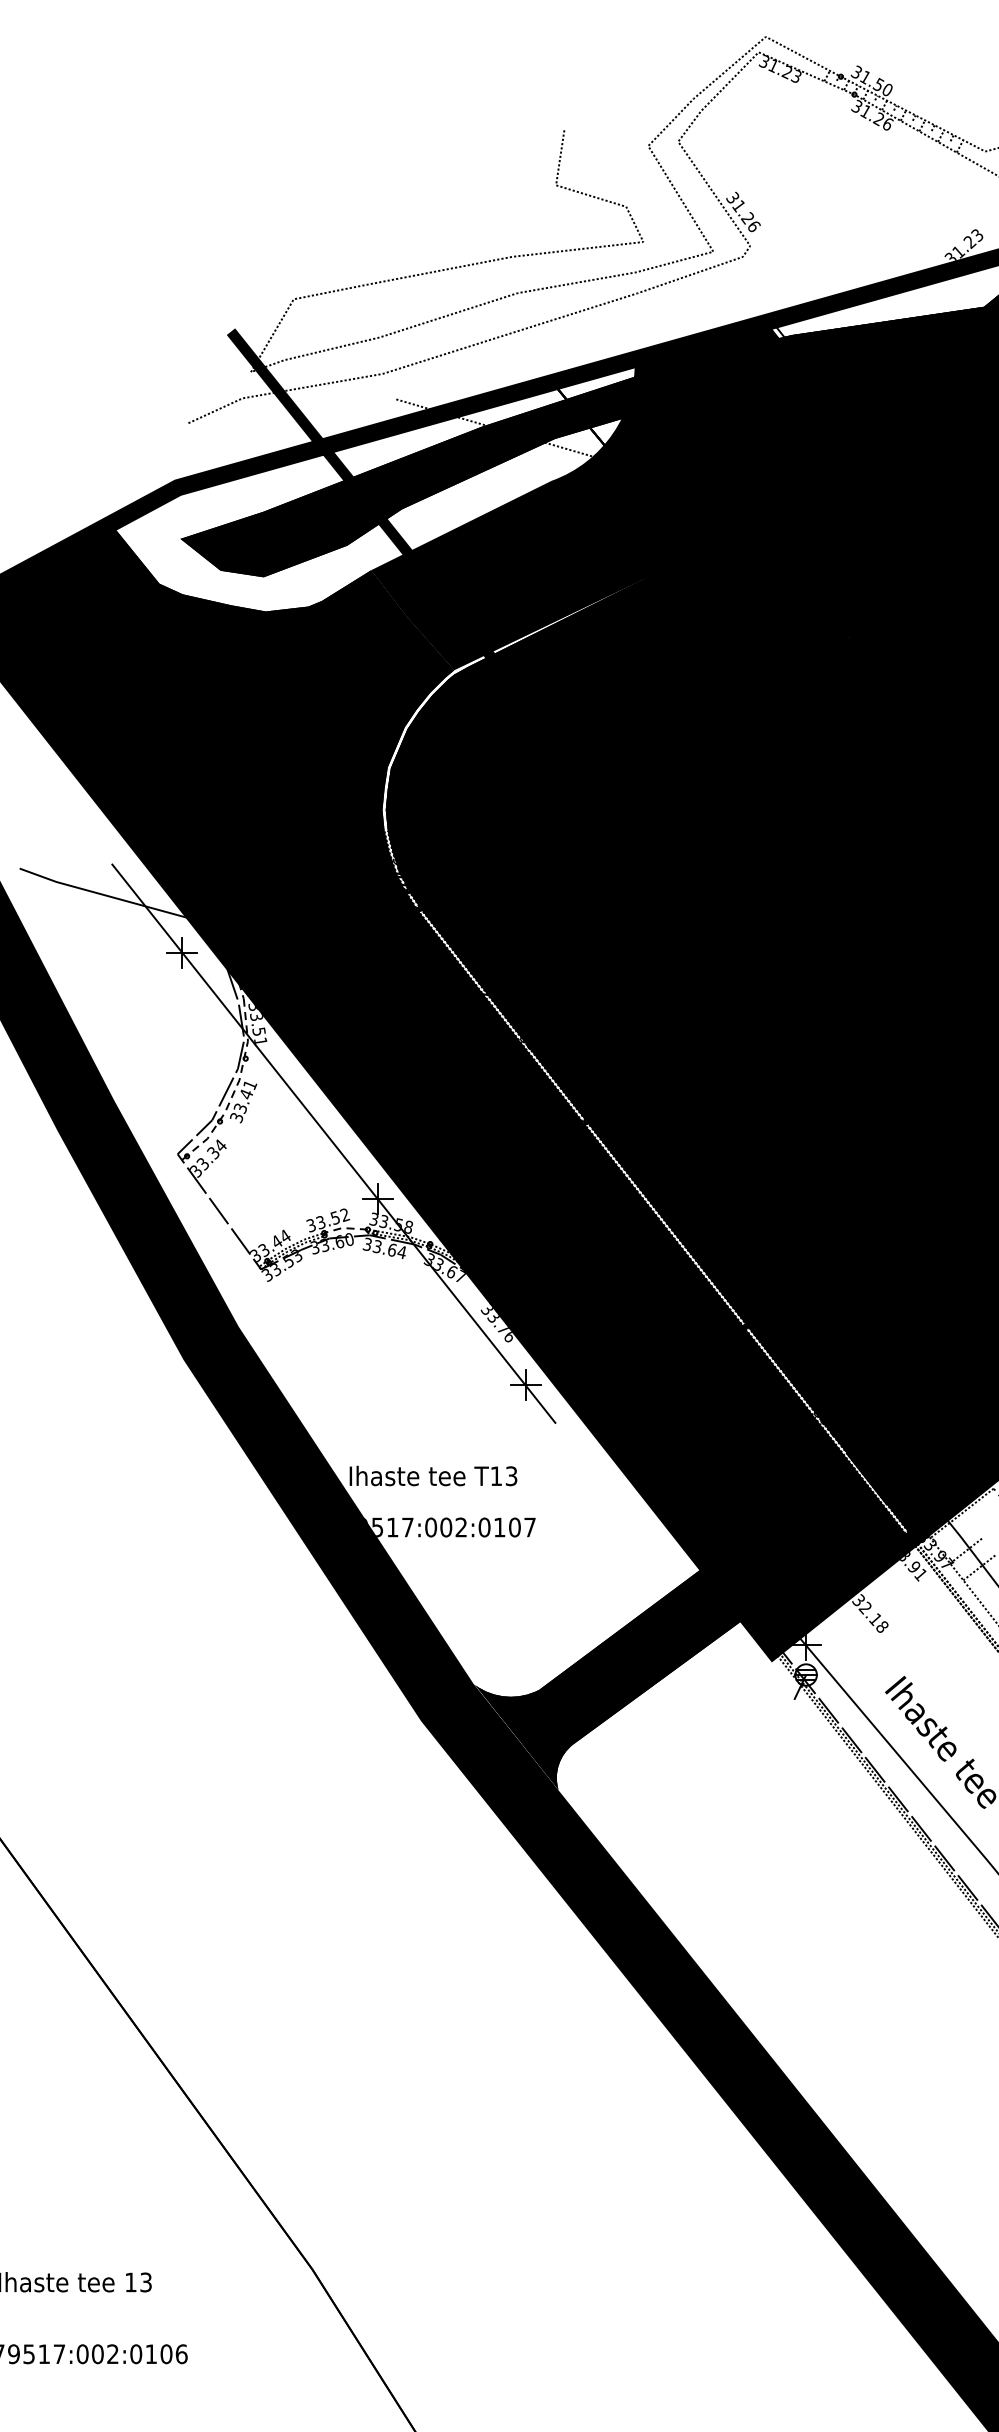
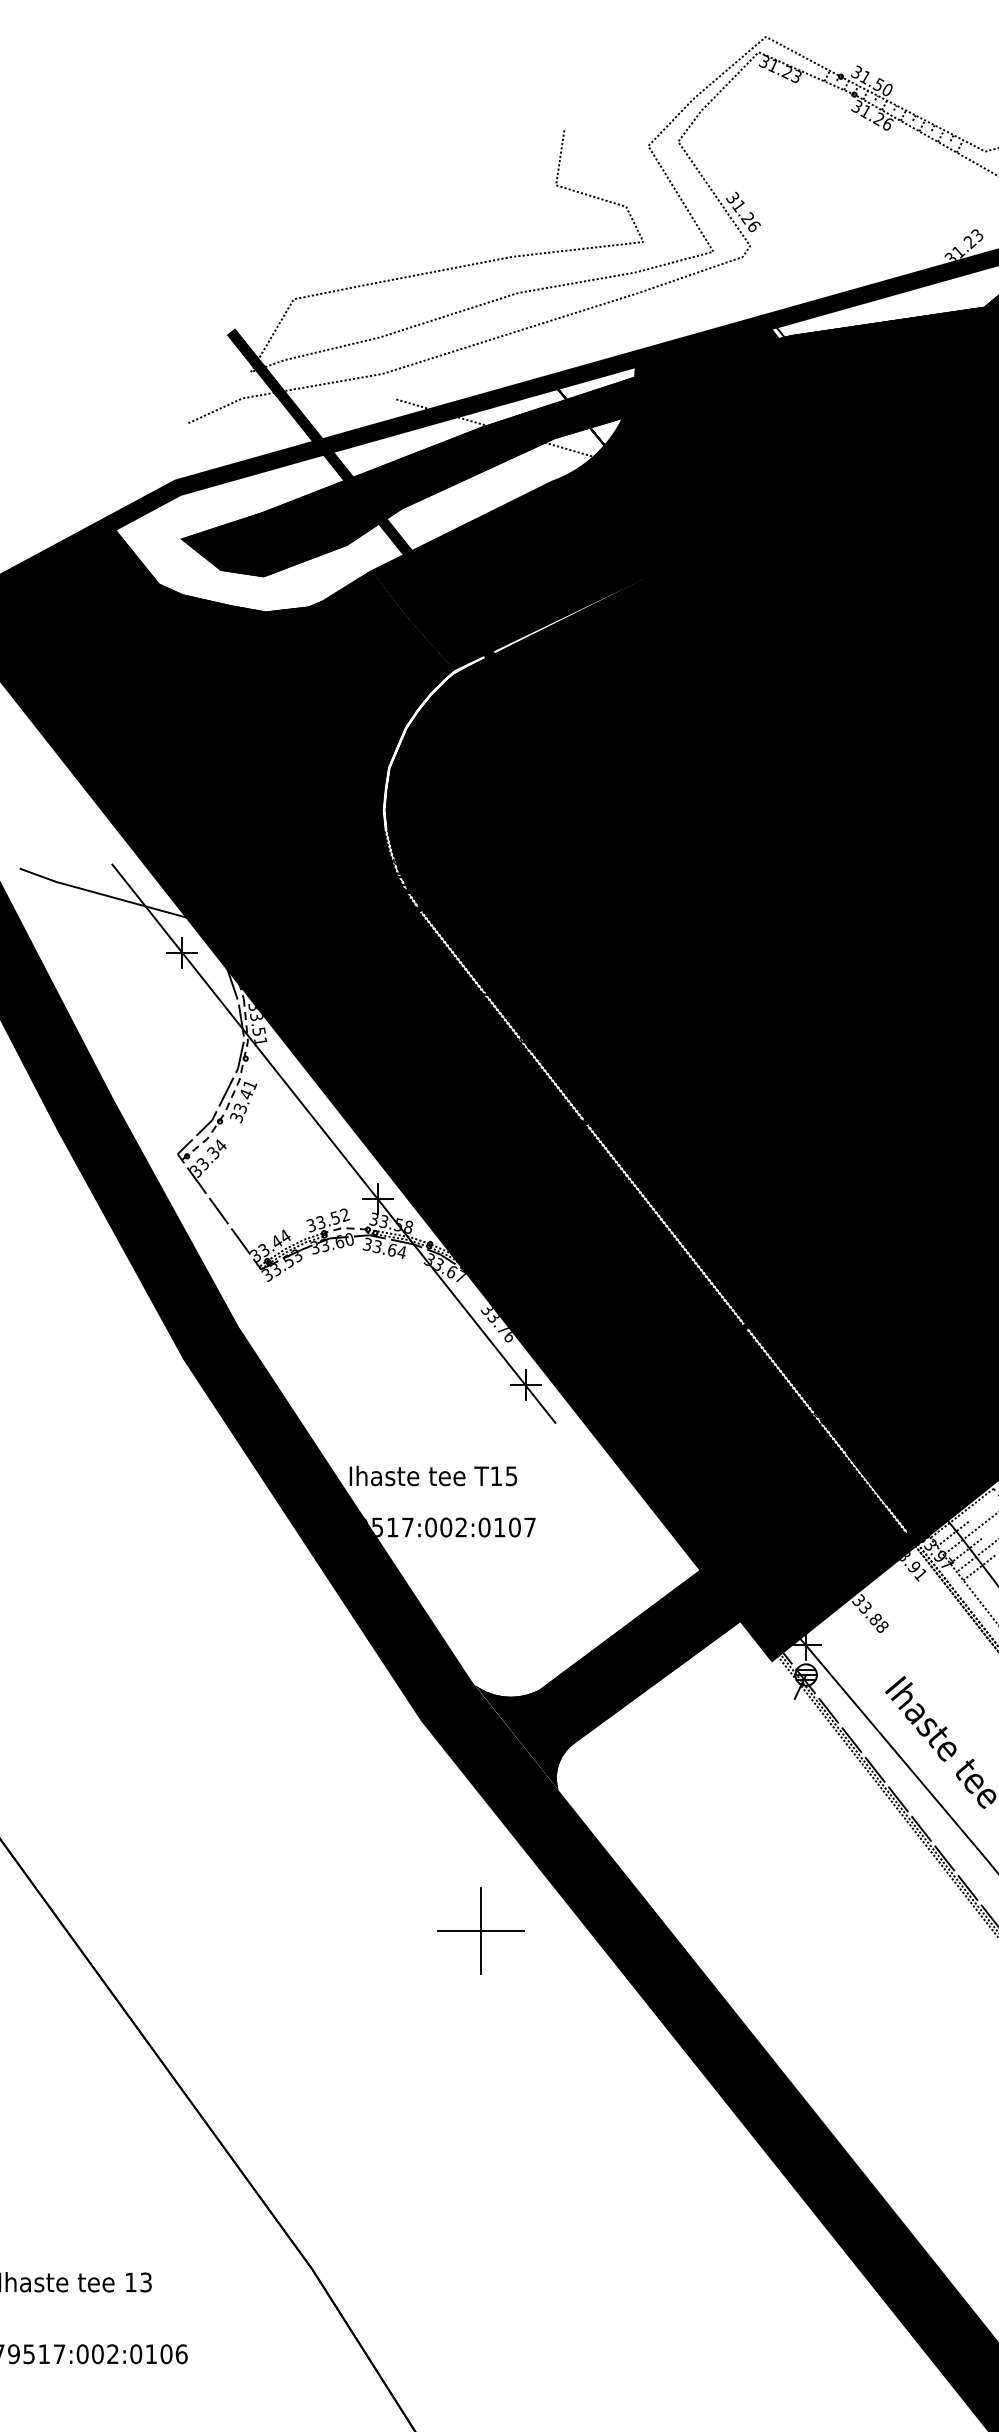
text at (511, 1475): T13 -> T15
line at (952, 1533): none -> present
line at (969, 1534): none -> present
line at (975, 1556): none -> present
text at (869, 1613): 32.18 -> 33.88
part at (480, 1930): none -> present
